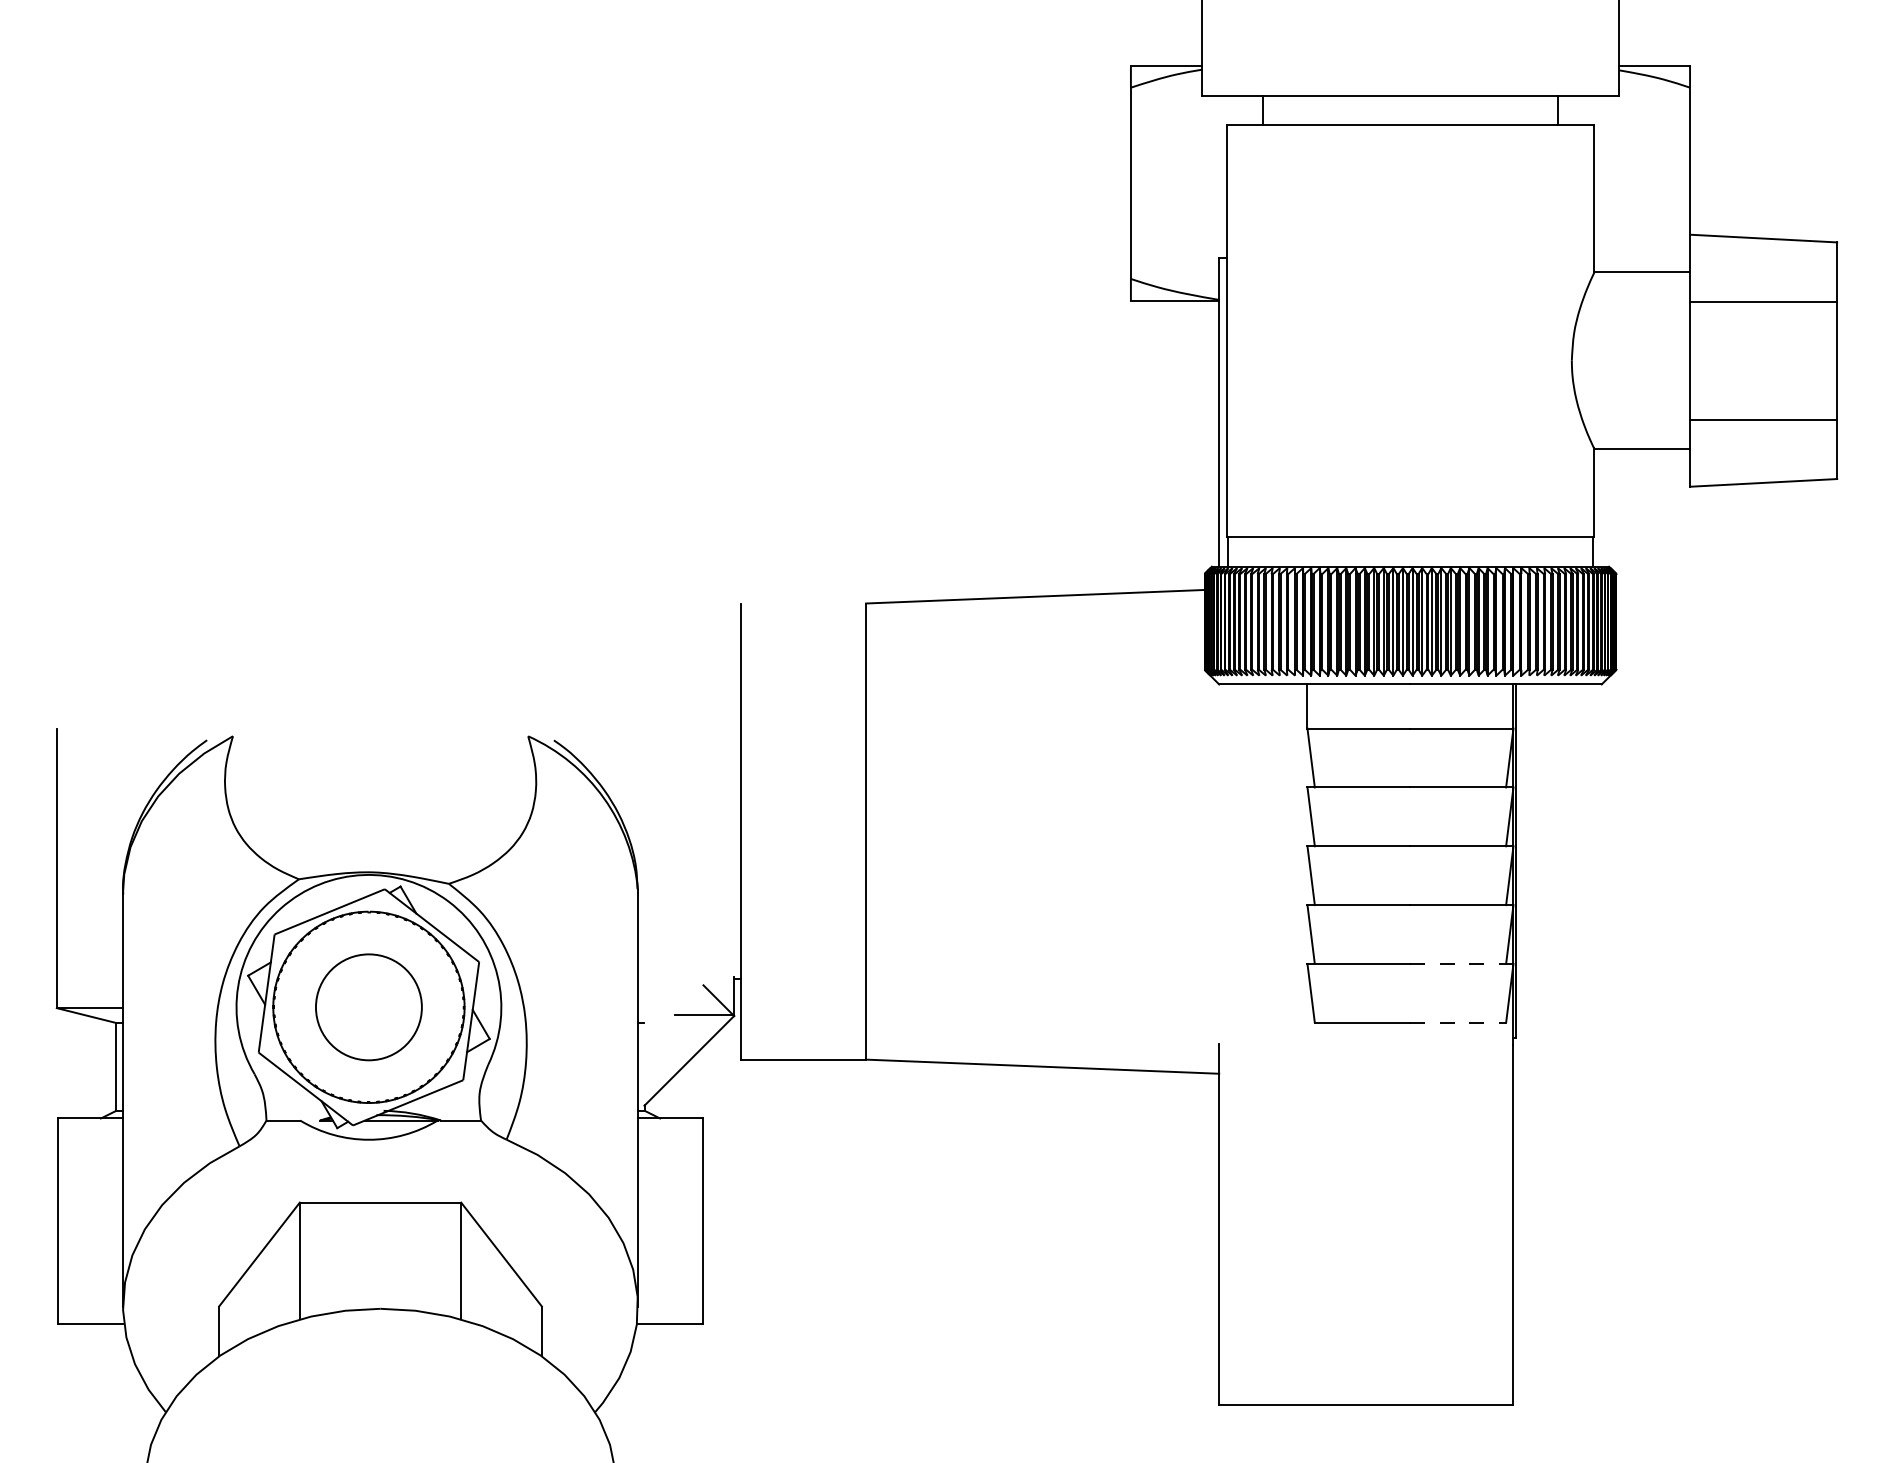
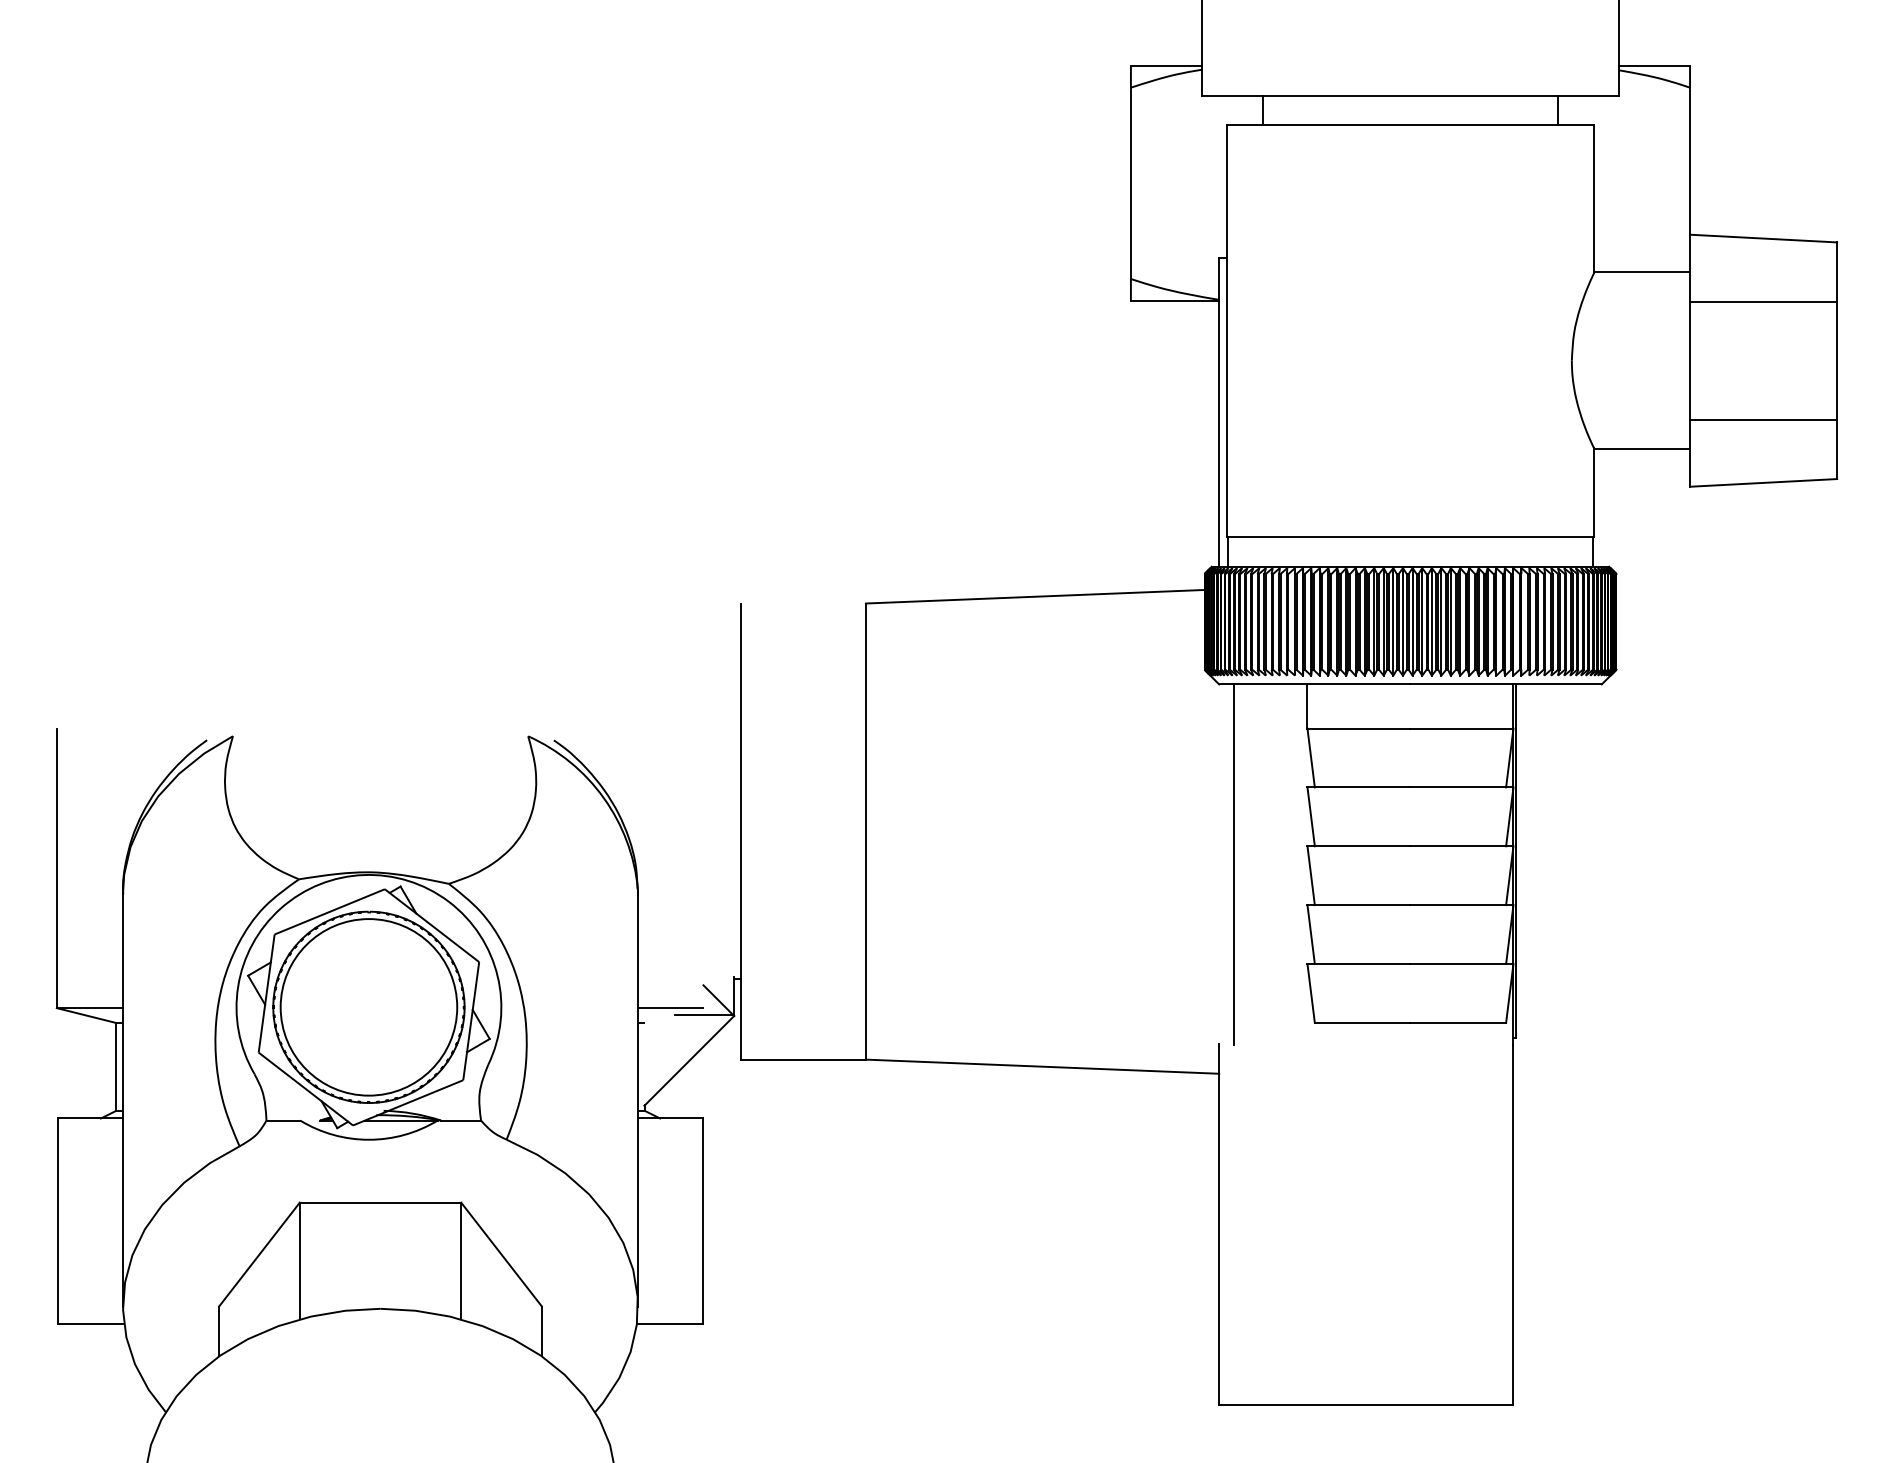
line at (1233, 864): none -> present
line at (1462, 964): dashed -> solid
circle at (368, 1007) diameter: 106 px -> 177 px
line at (670, 1008): none -> present
line at (1458, 1022): dashed -> solid
